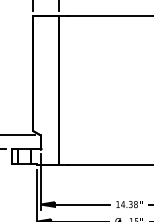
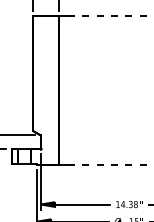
line at (110, 16): solid -> dashed
line at (110, 164): solid -> dashed
